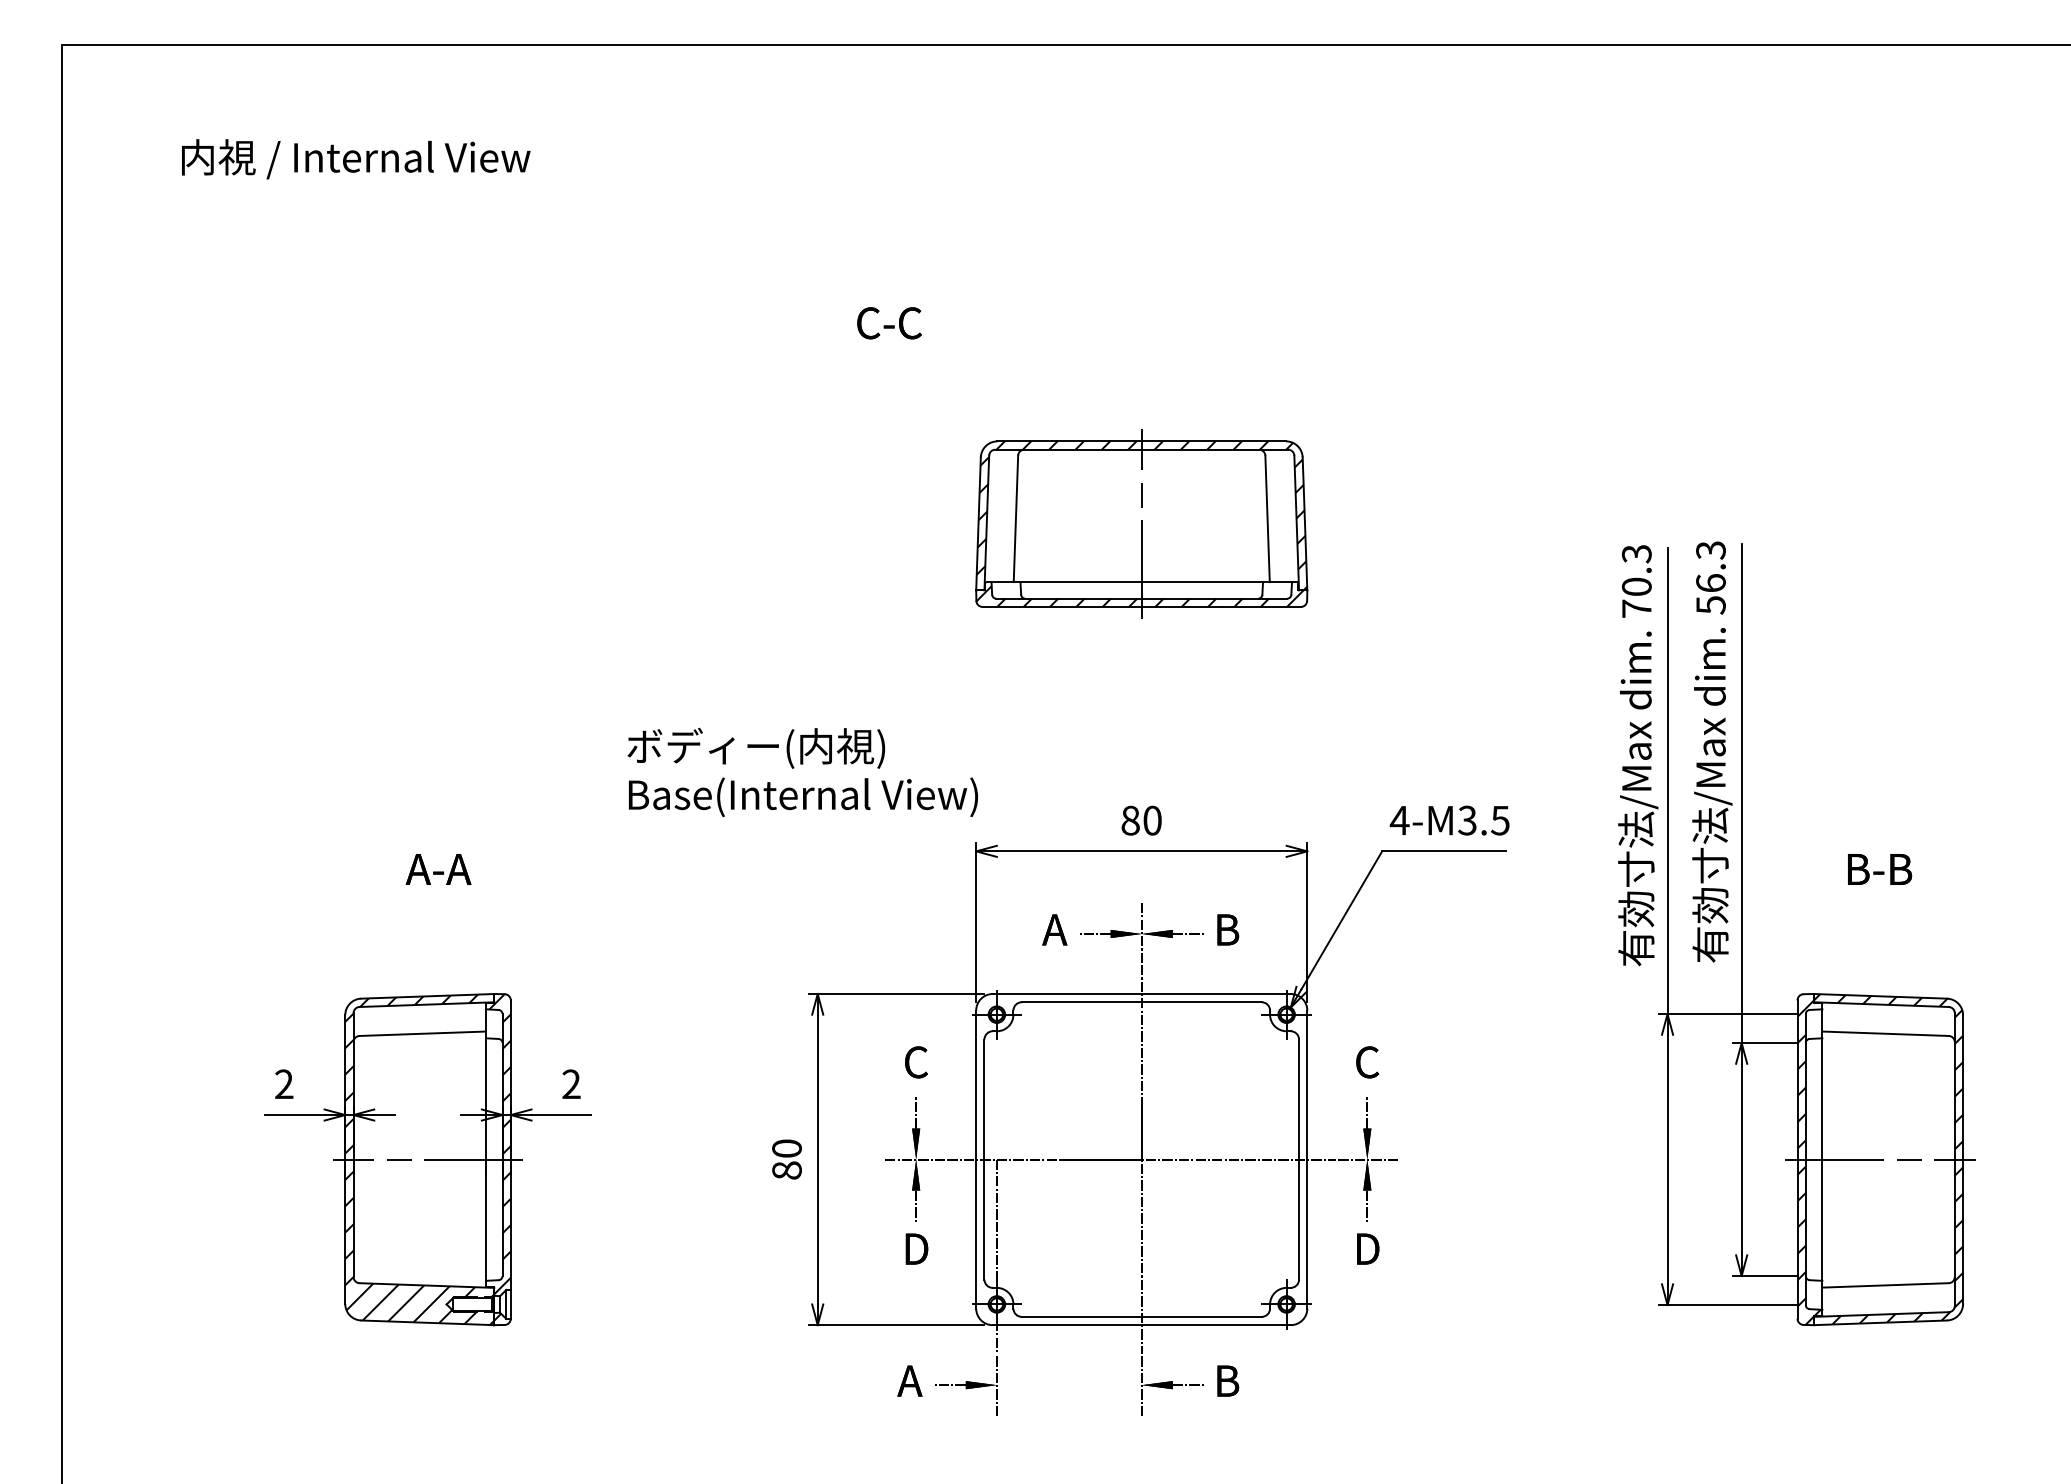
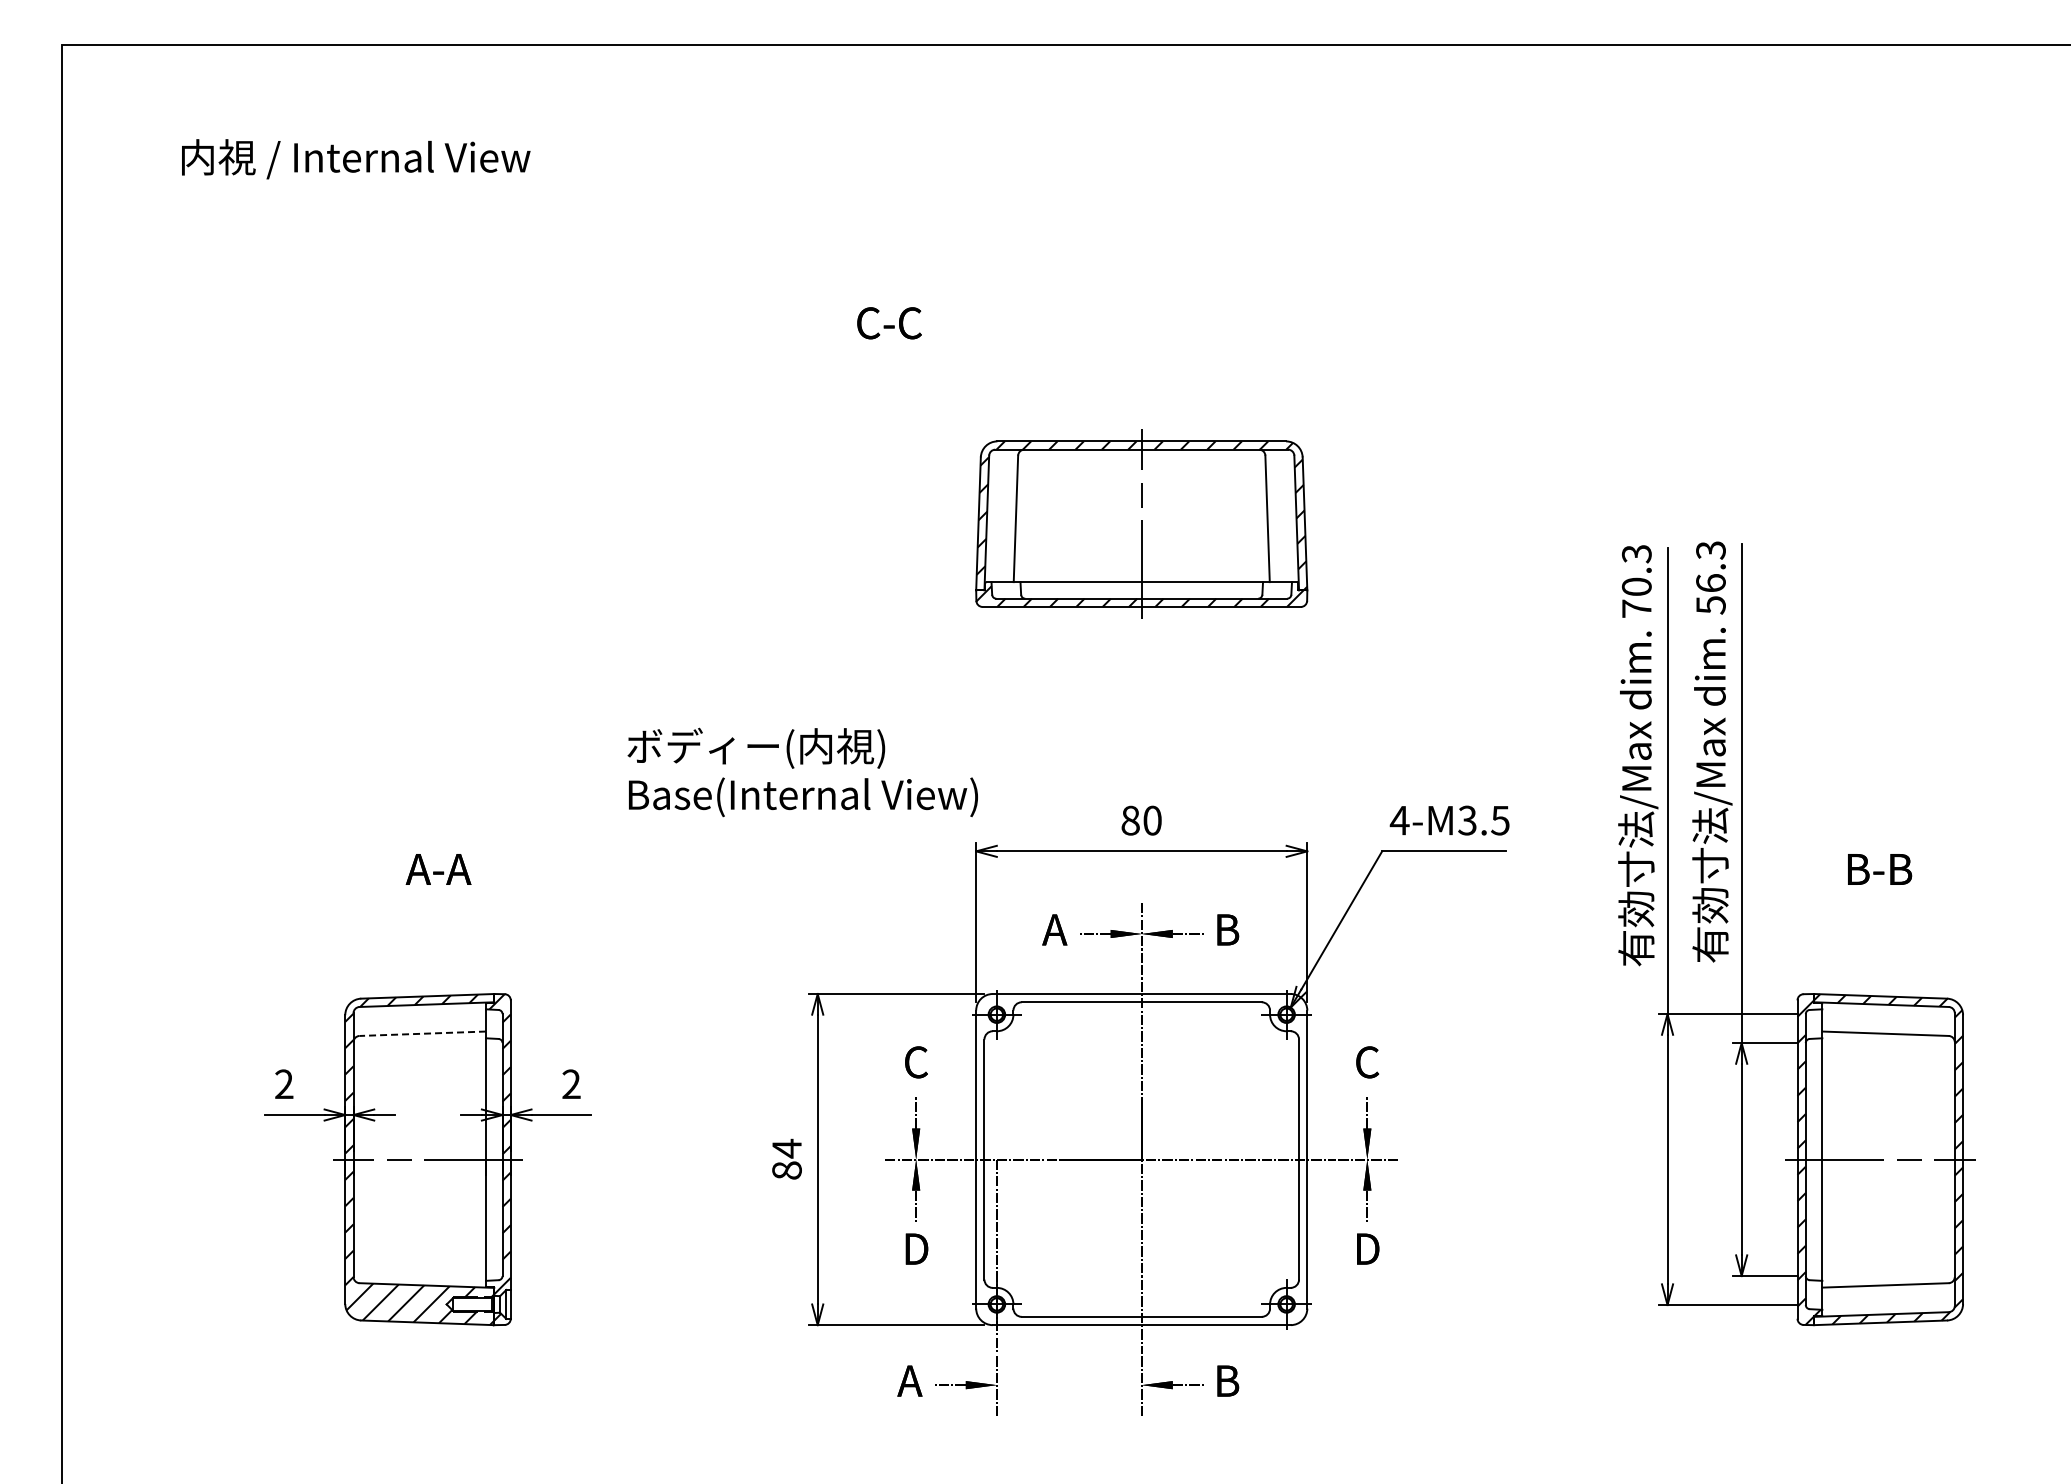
line at (422, 1033): solid -> dashed
text at (786, 1148): 80 -> 84
